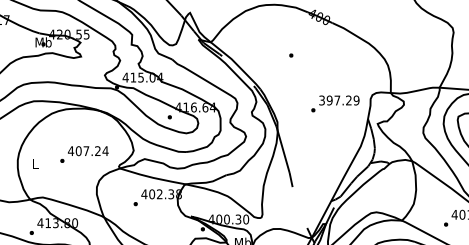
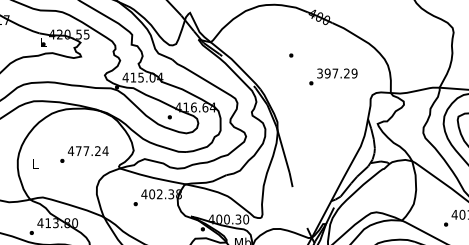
text at (43, 42): Mb -> L
text at (335, 103) position: (335, 103) -> (333, 76)
text at (78, 151): 407.24 -> 477.24
